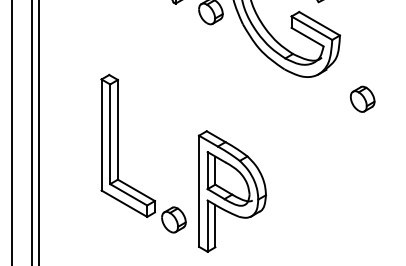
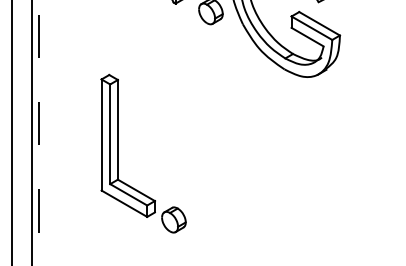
part at (362, 98): present -> none
line at (39, 132): solid -> dashed
part at (231, 191): present -> none
